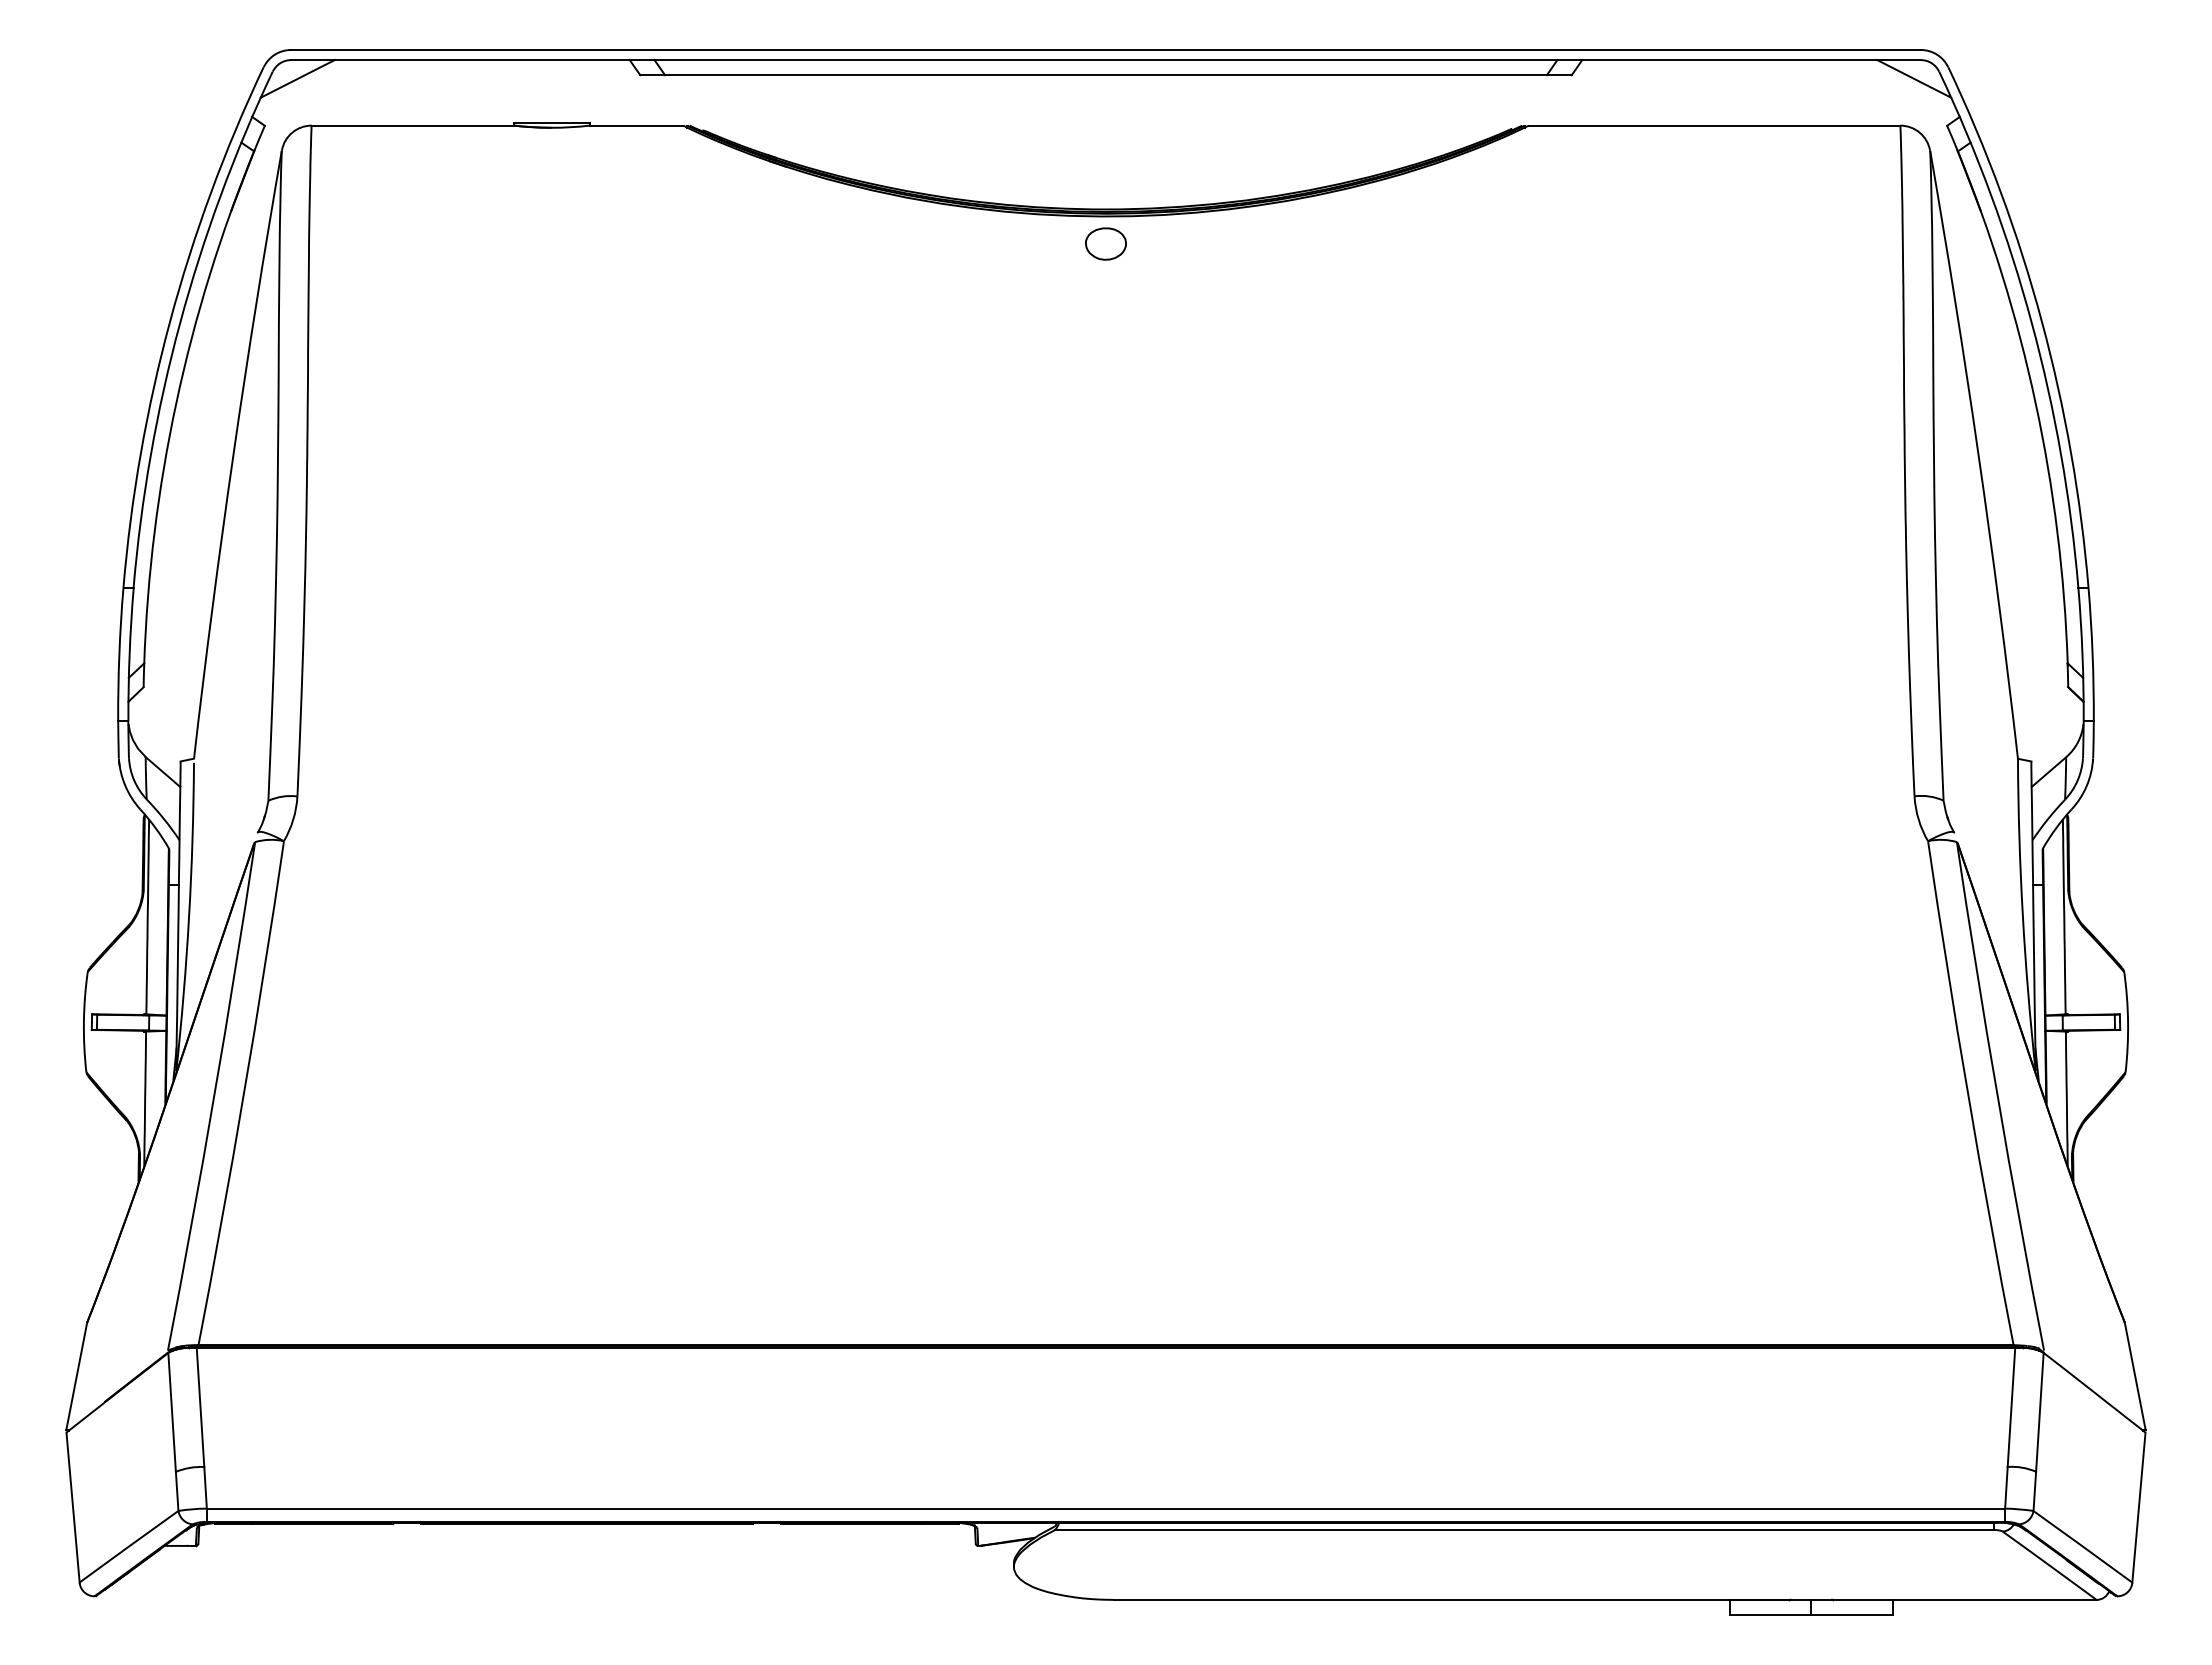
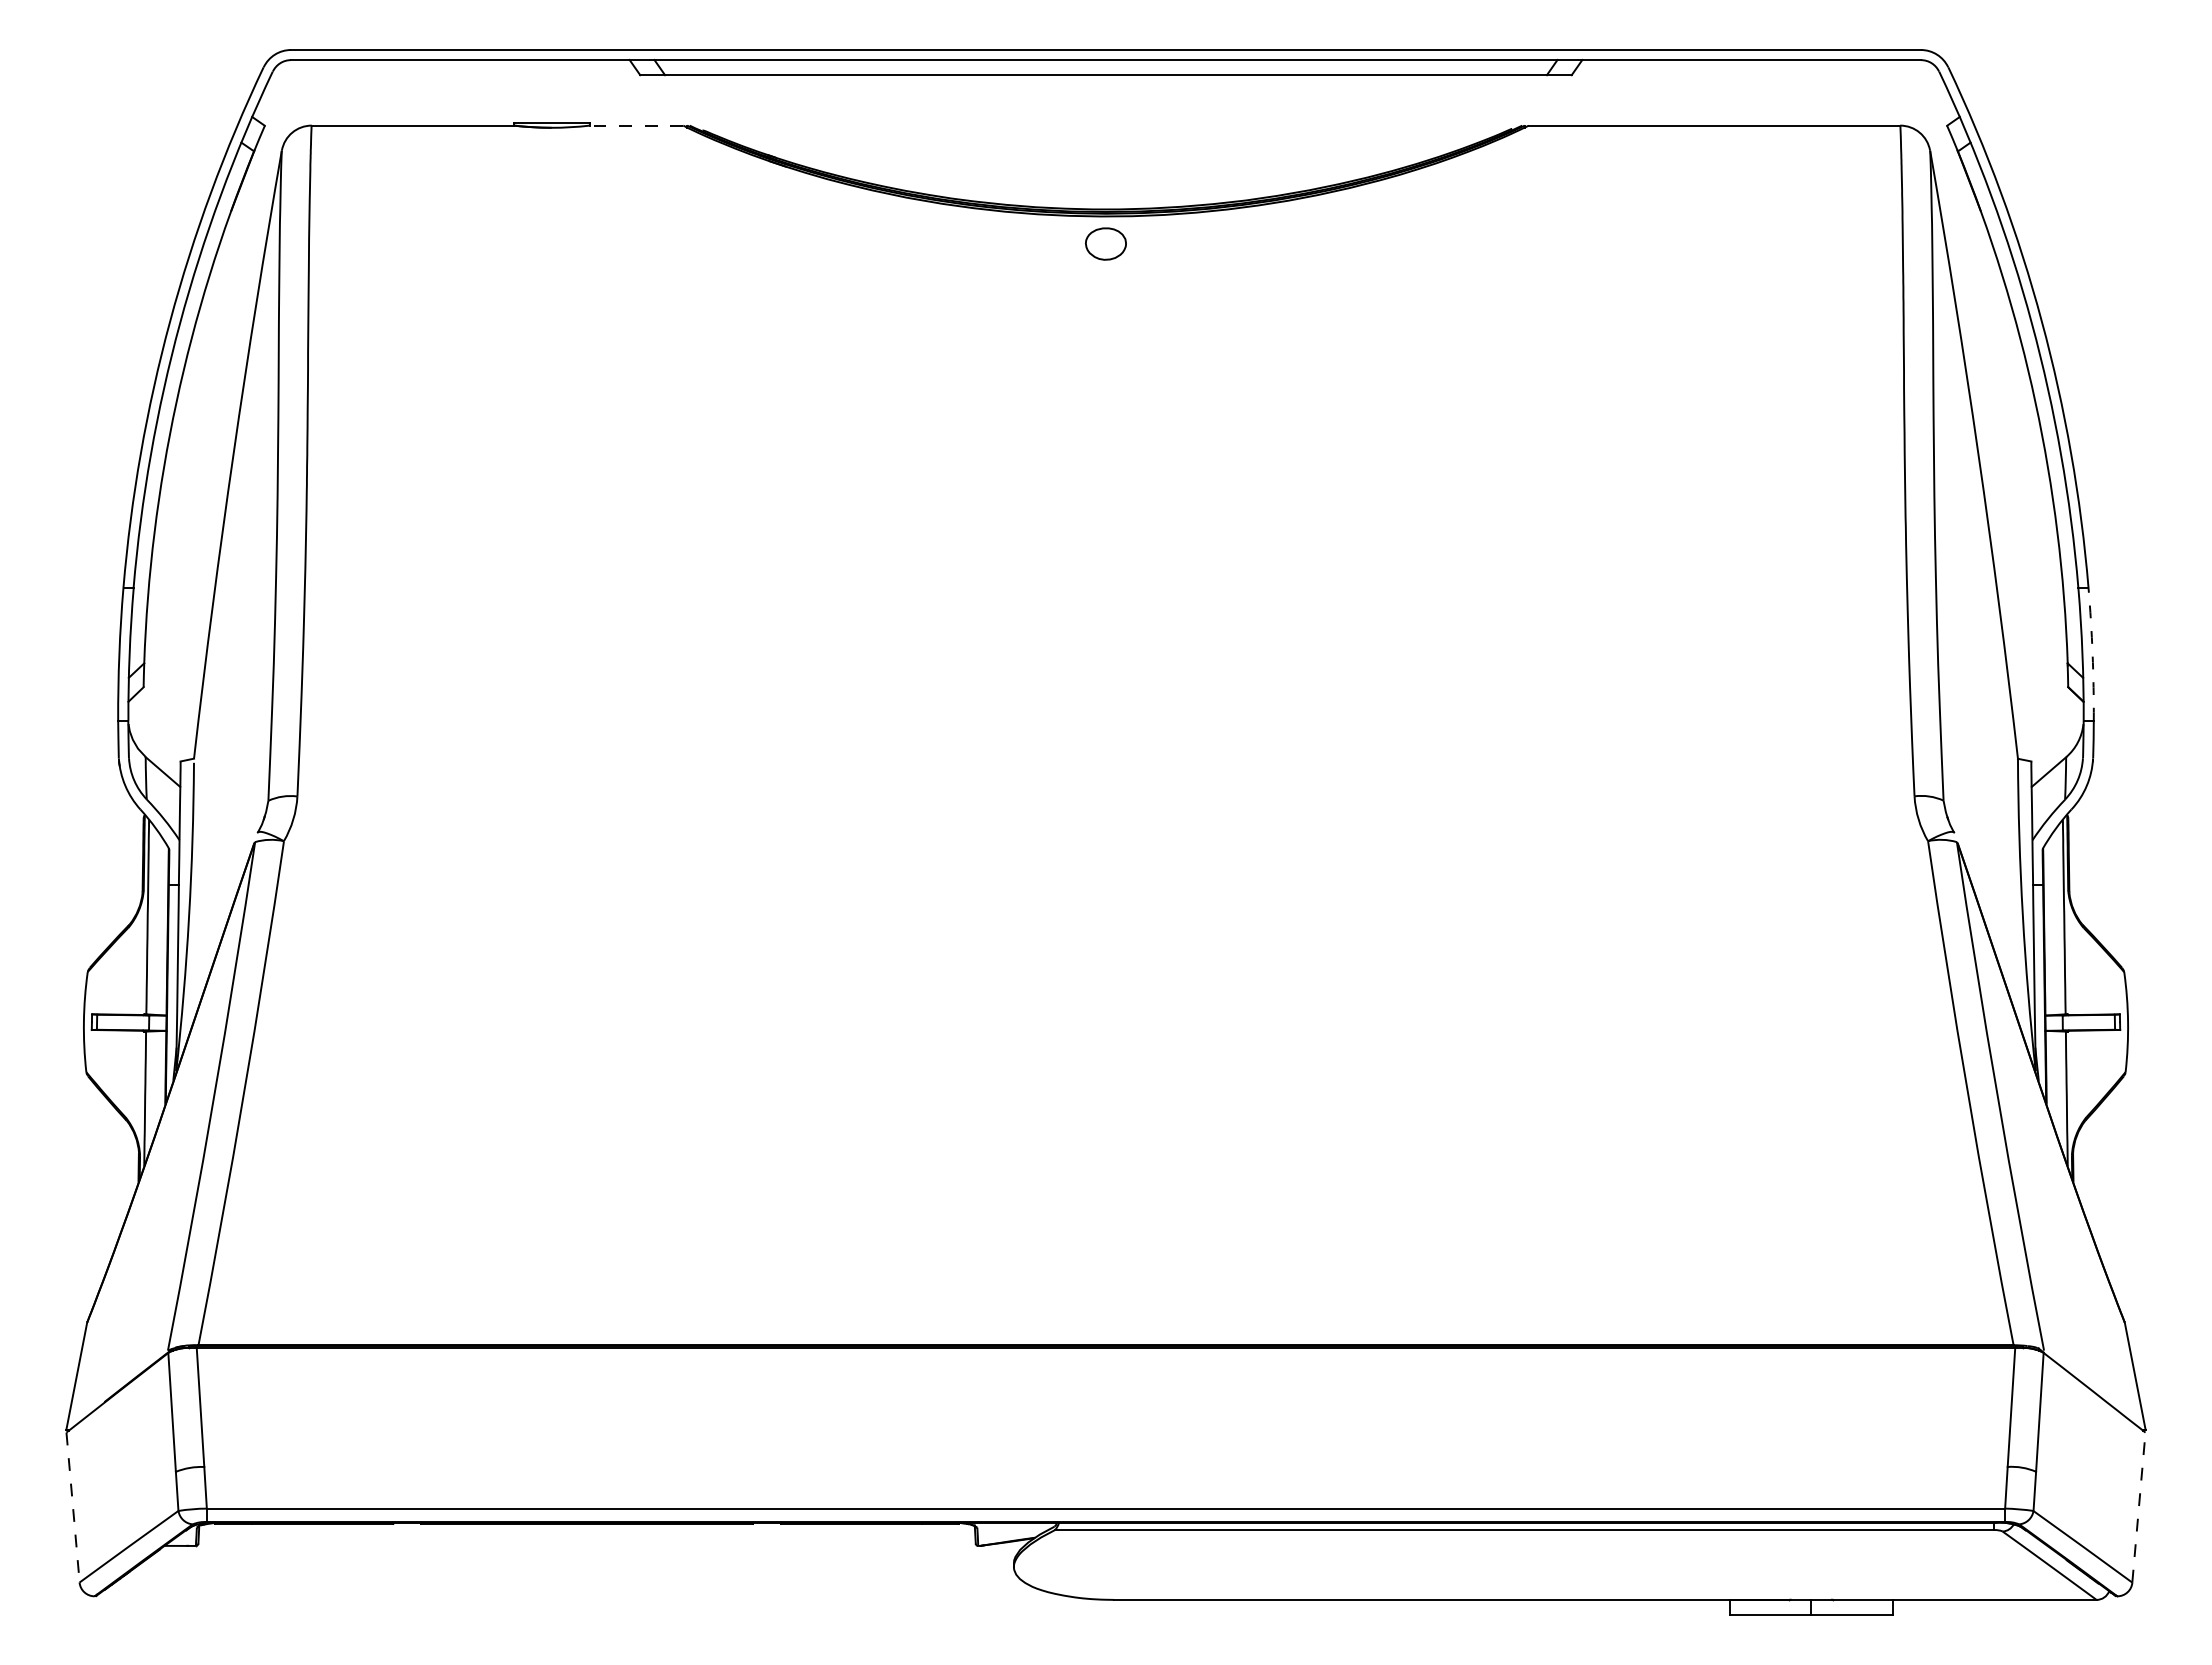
line at (297, 78): present -> none
line at (1914, 78): present -> none
line at (636, 125): solid -> dashed
arc at (2092, 654): solid -> dashed
line at (2138, 1507): solid -> dashed
line at (73, 1508): solid -> dashed
